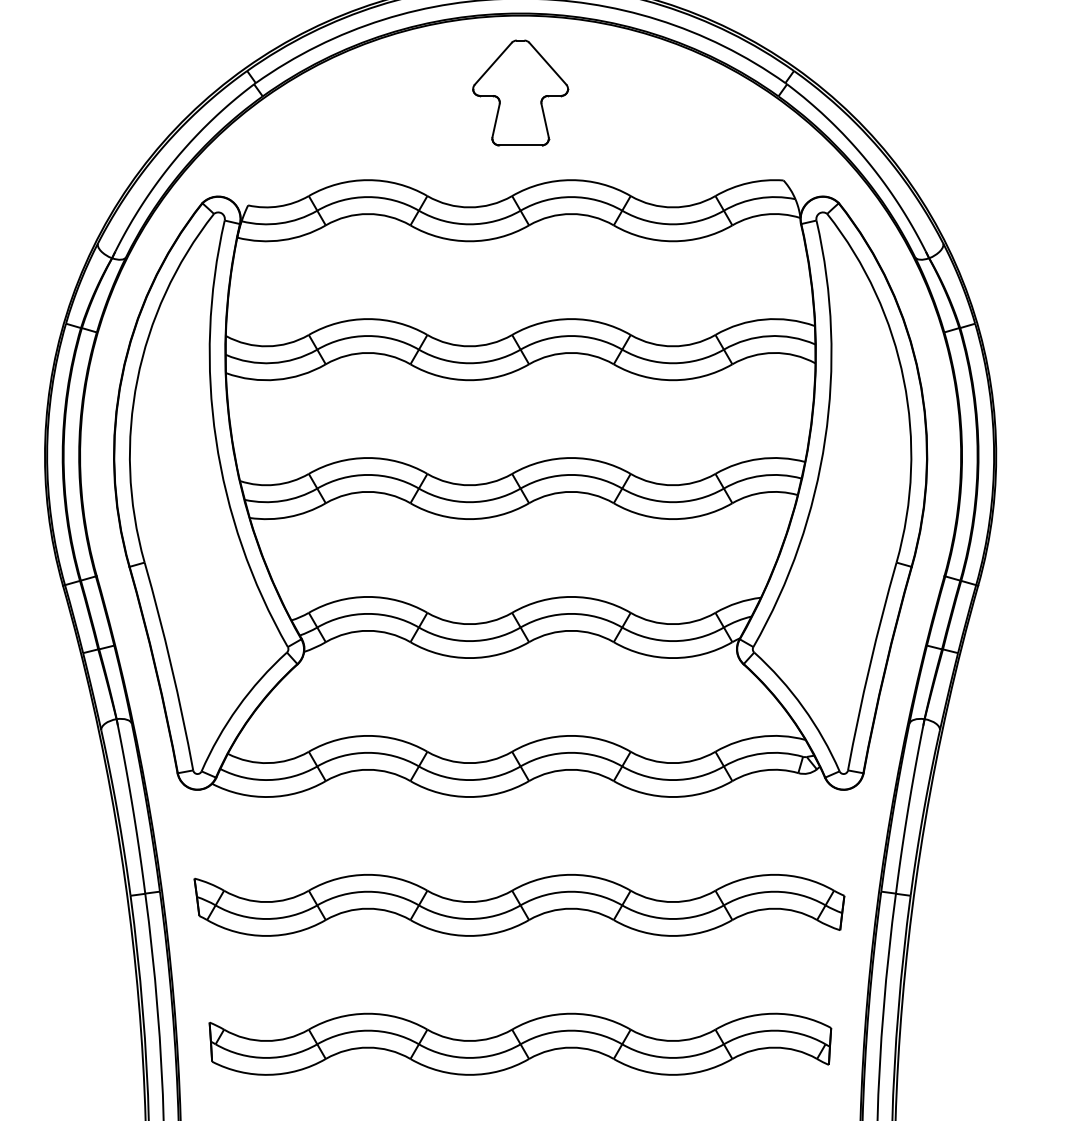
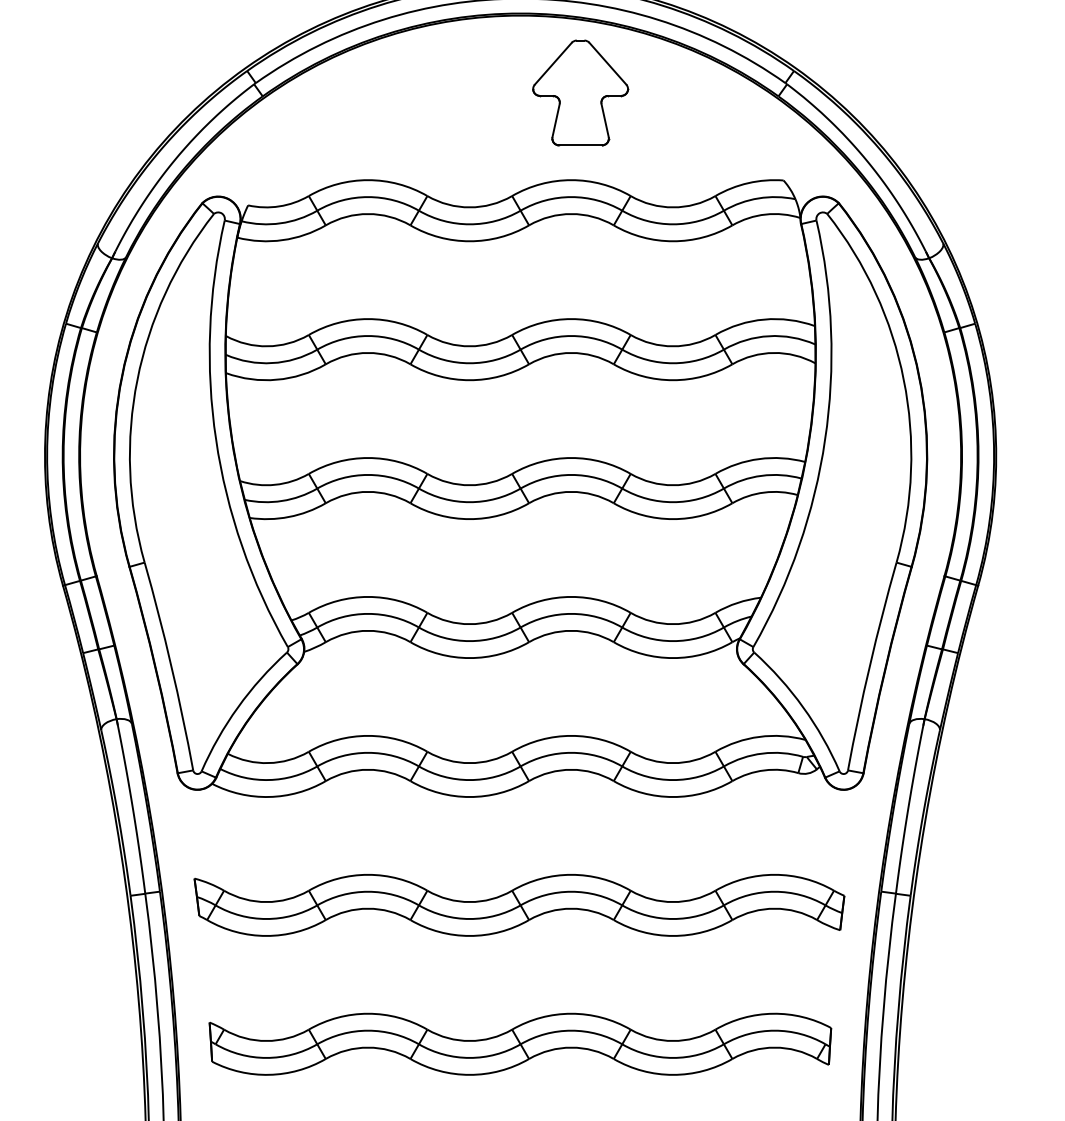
part at (520, 92) position: (520, 92) -> (580, 92)
